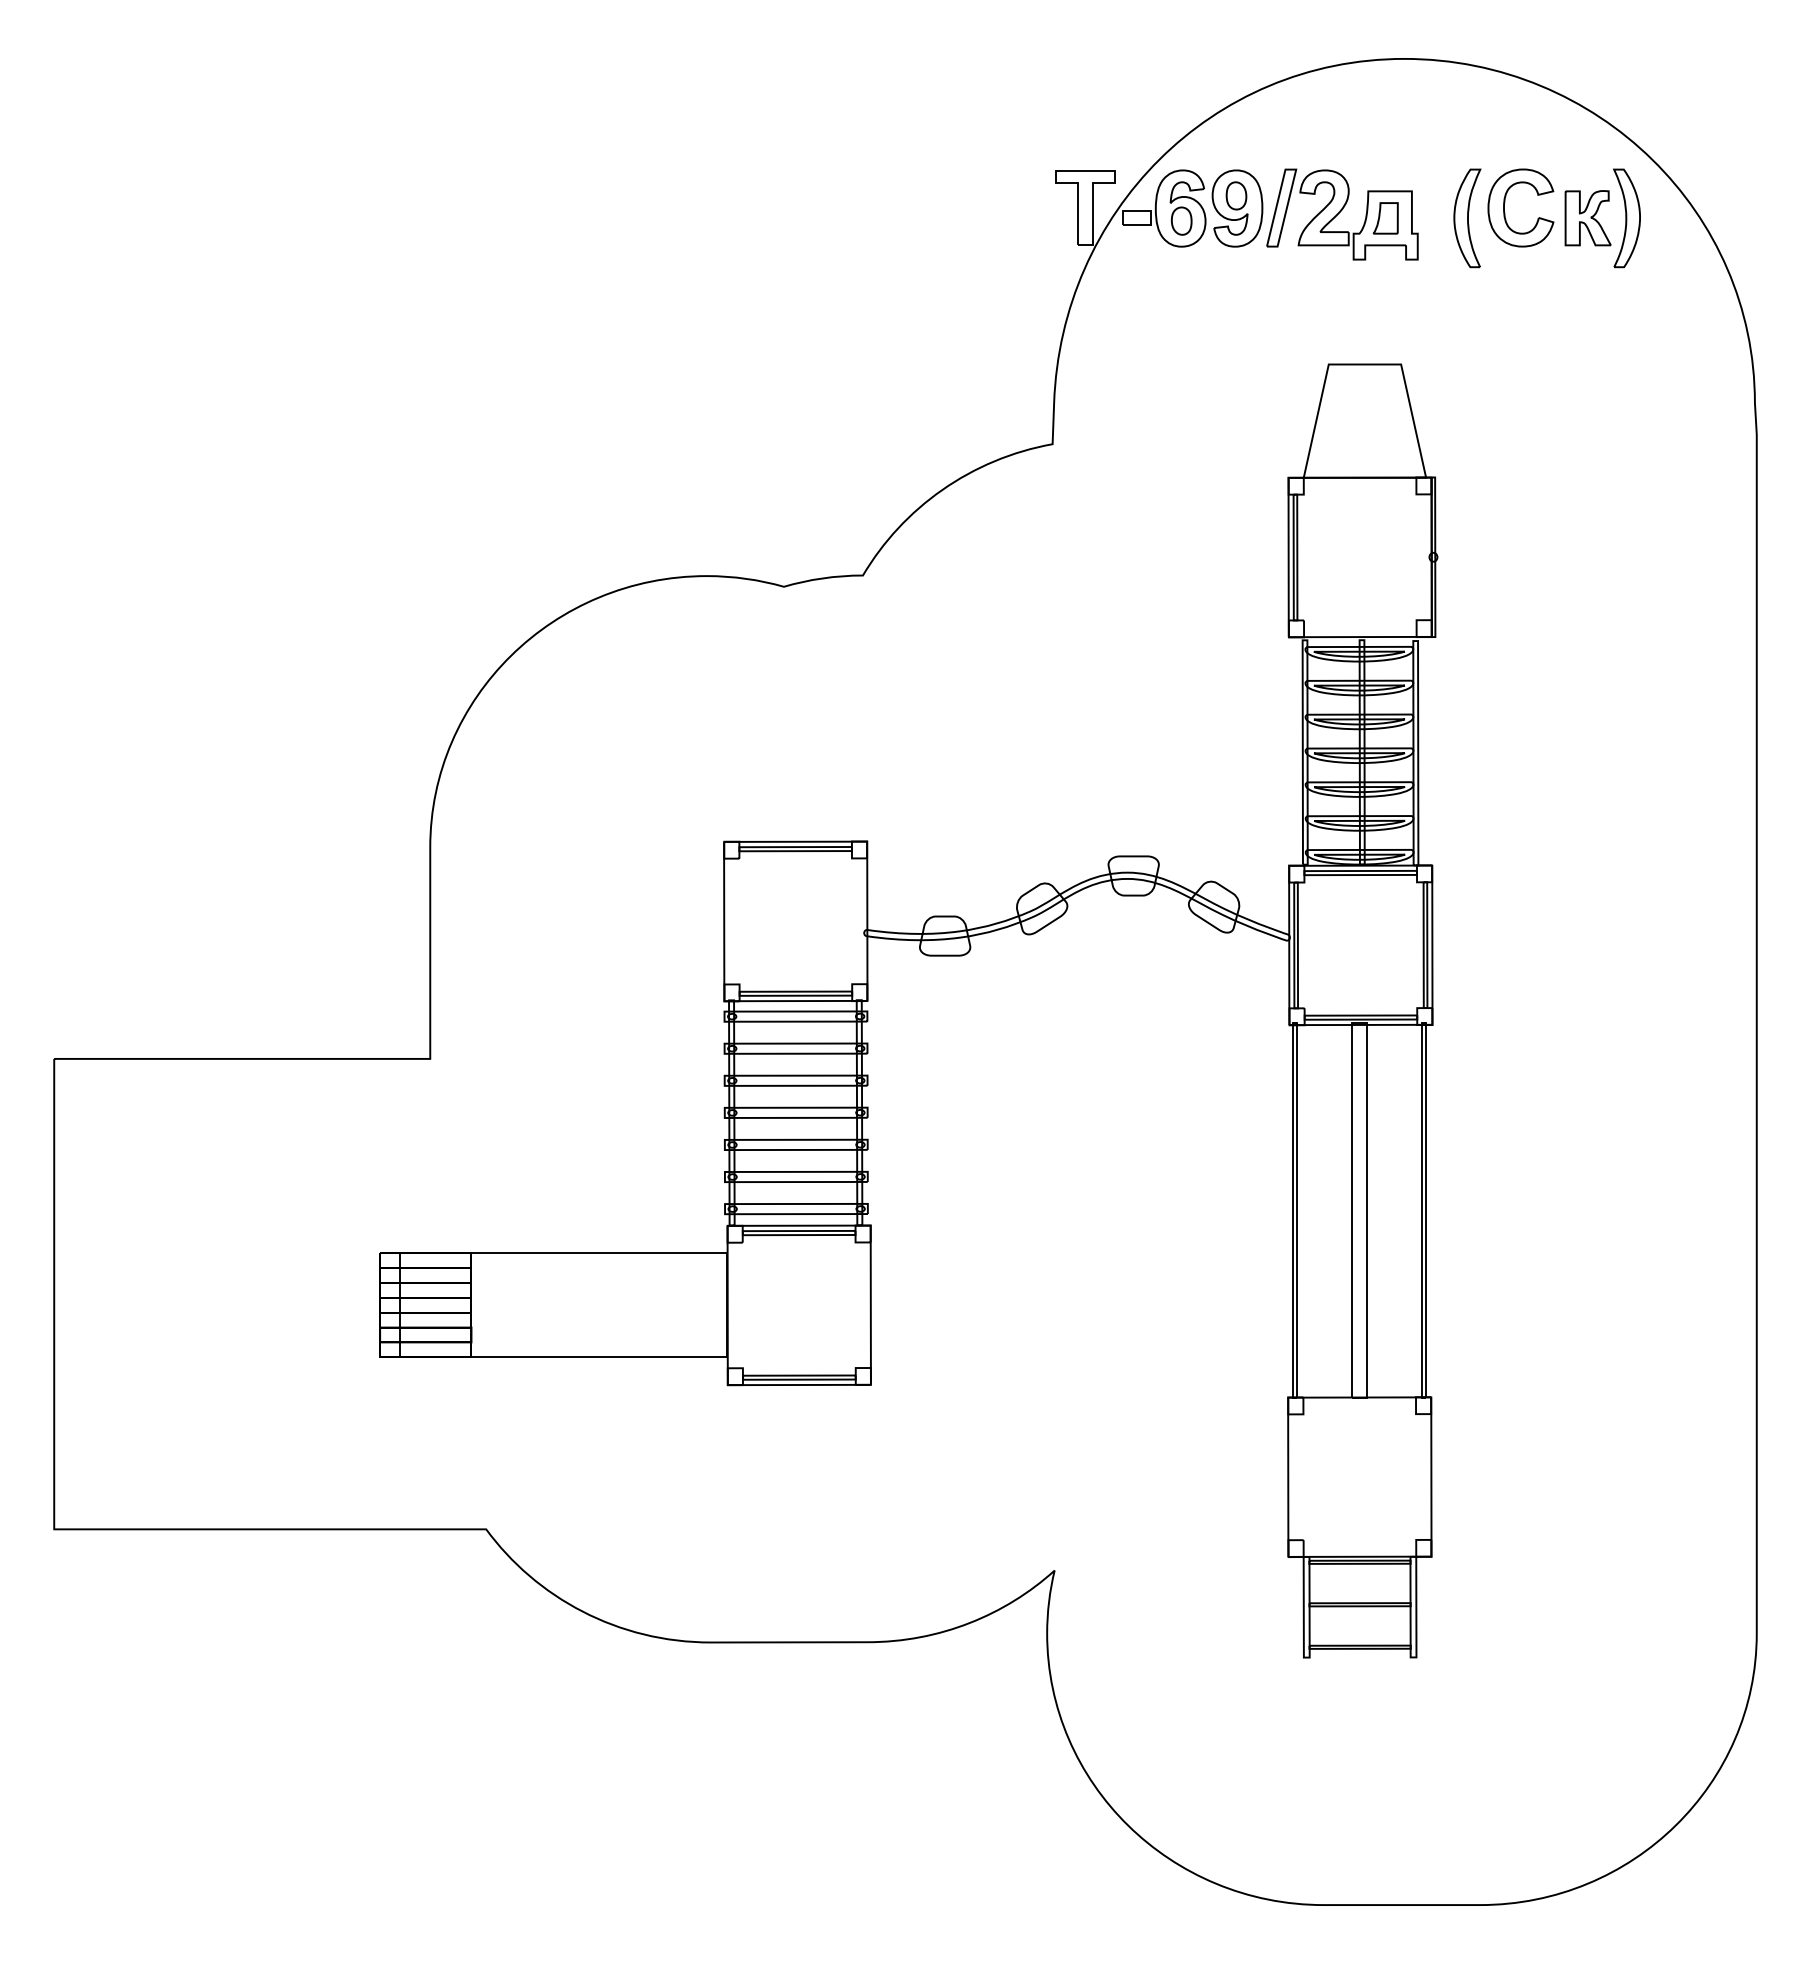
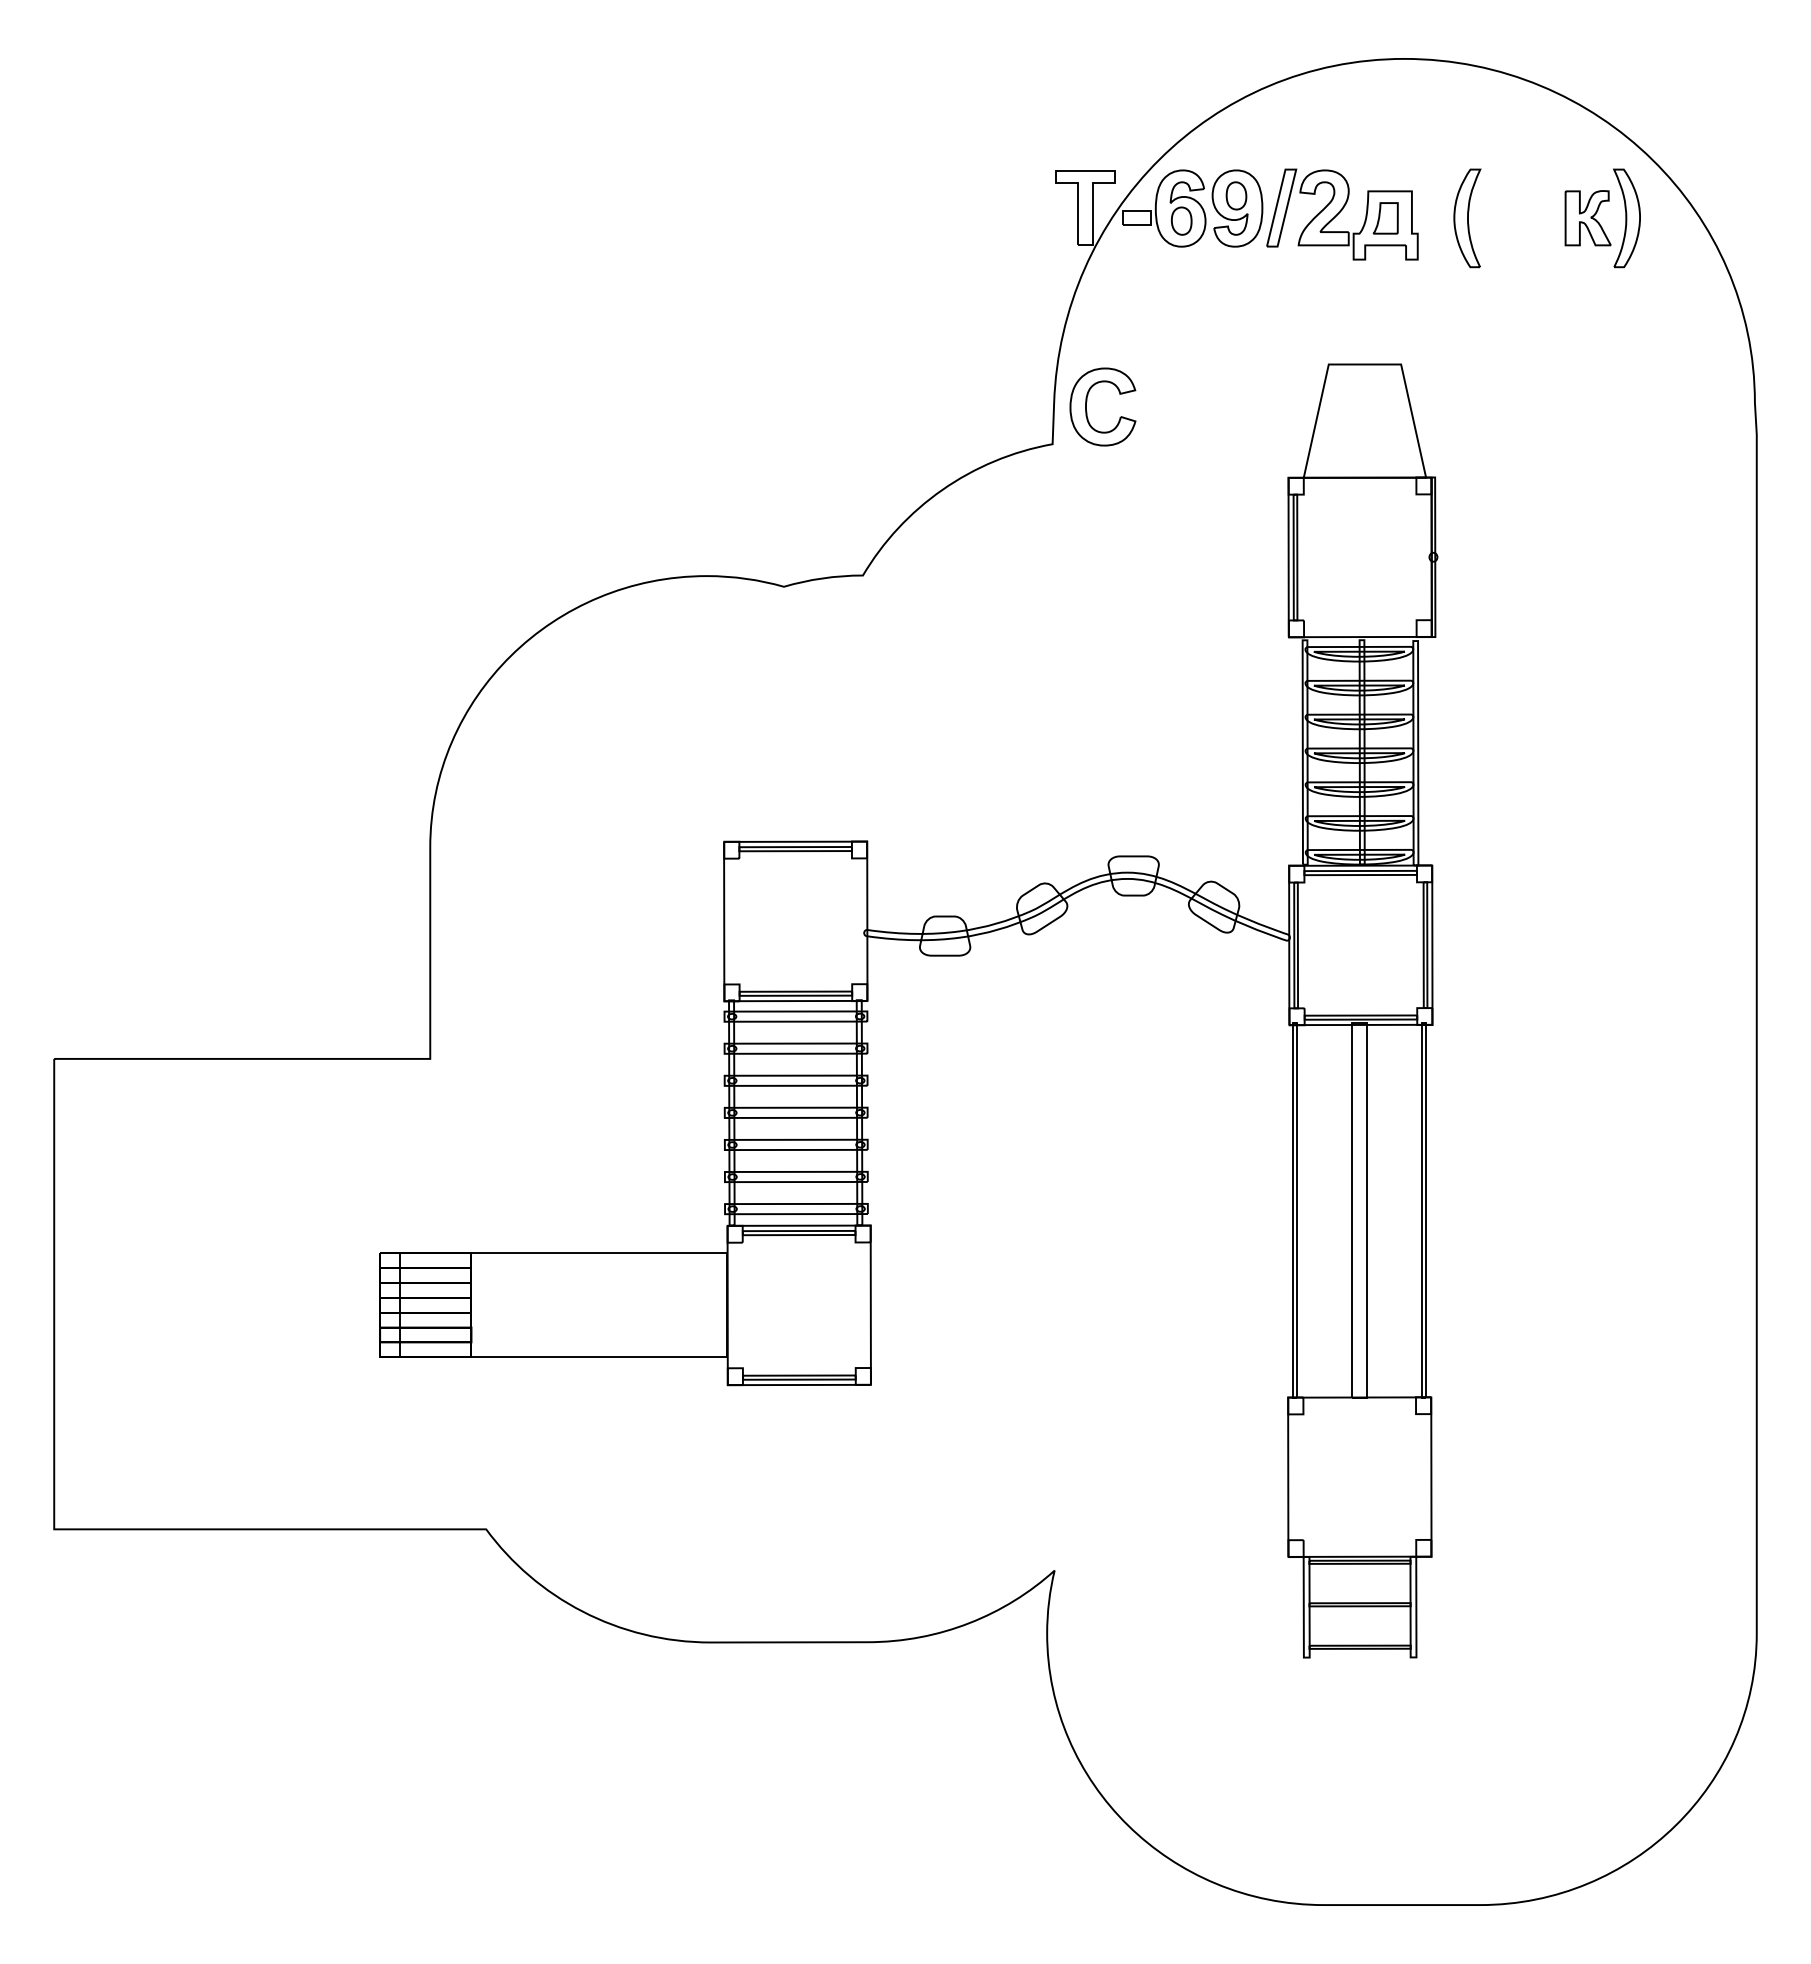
part at (1505, 202) position: (1505, 202) -> (1087, 401)
